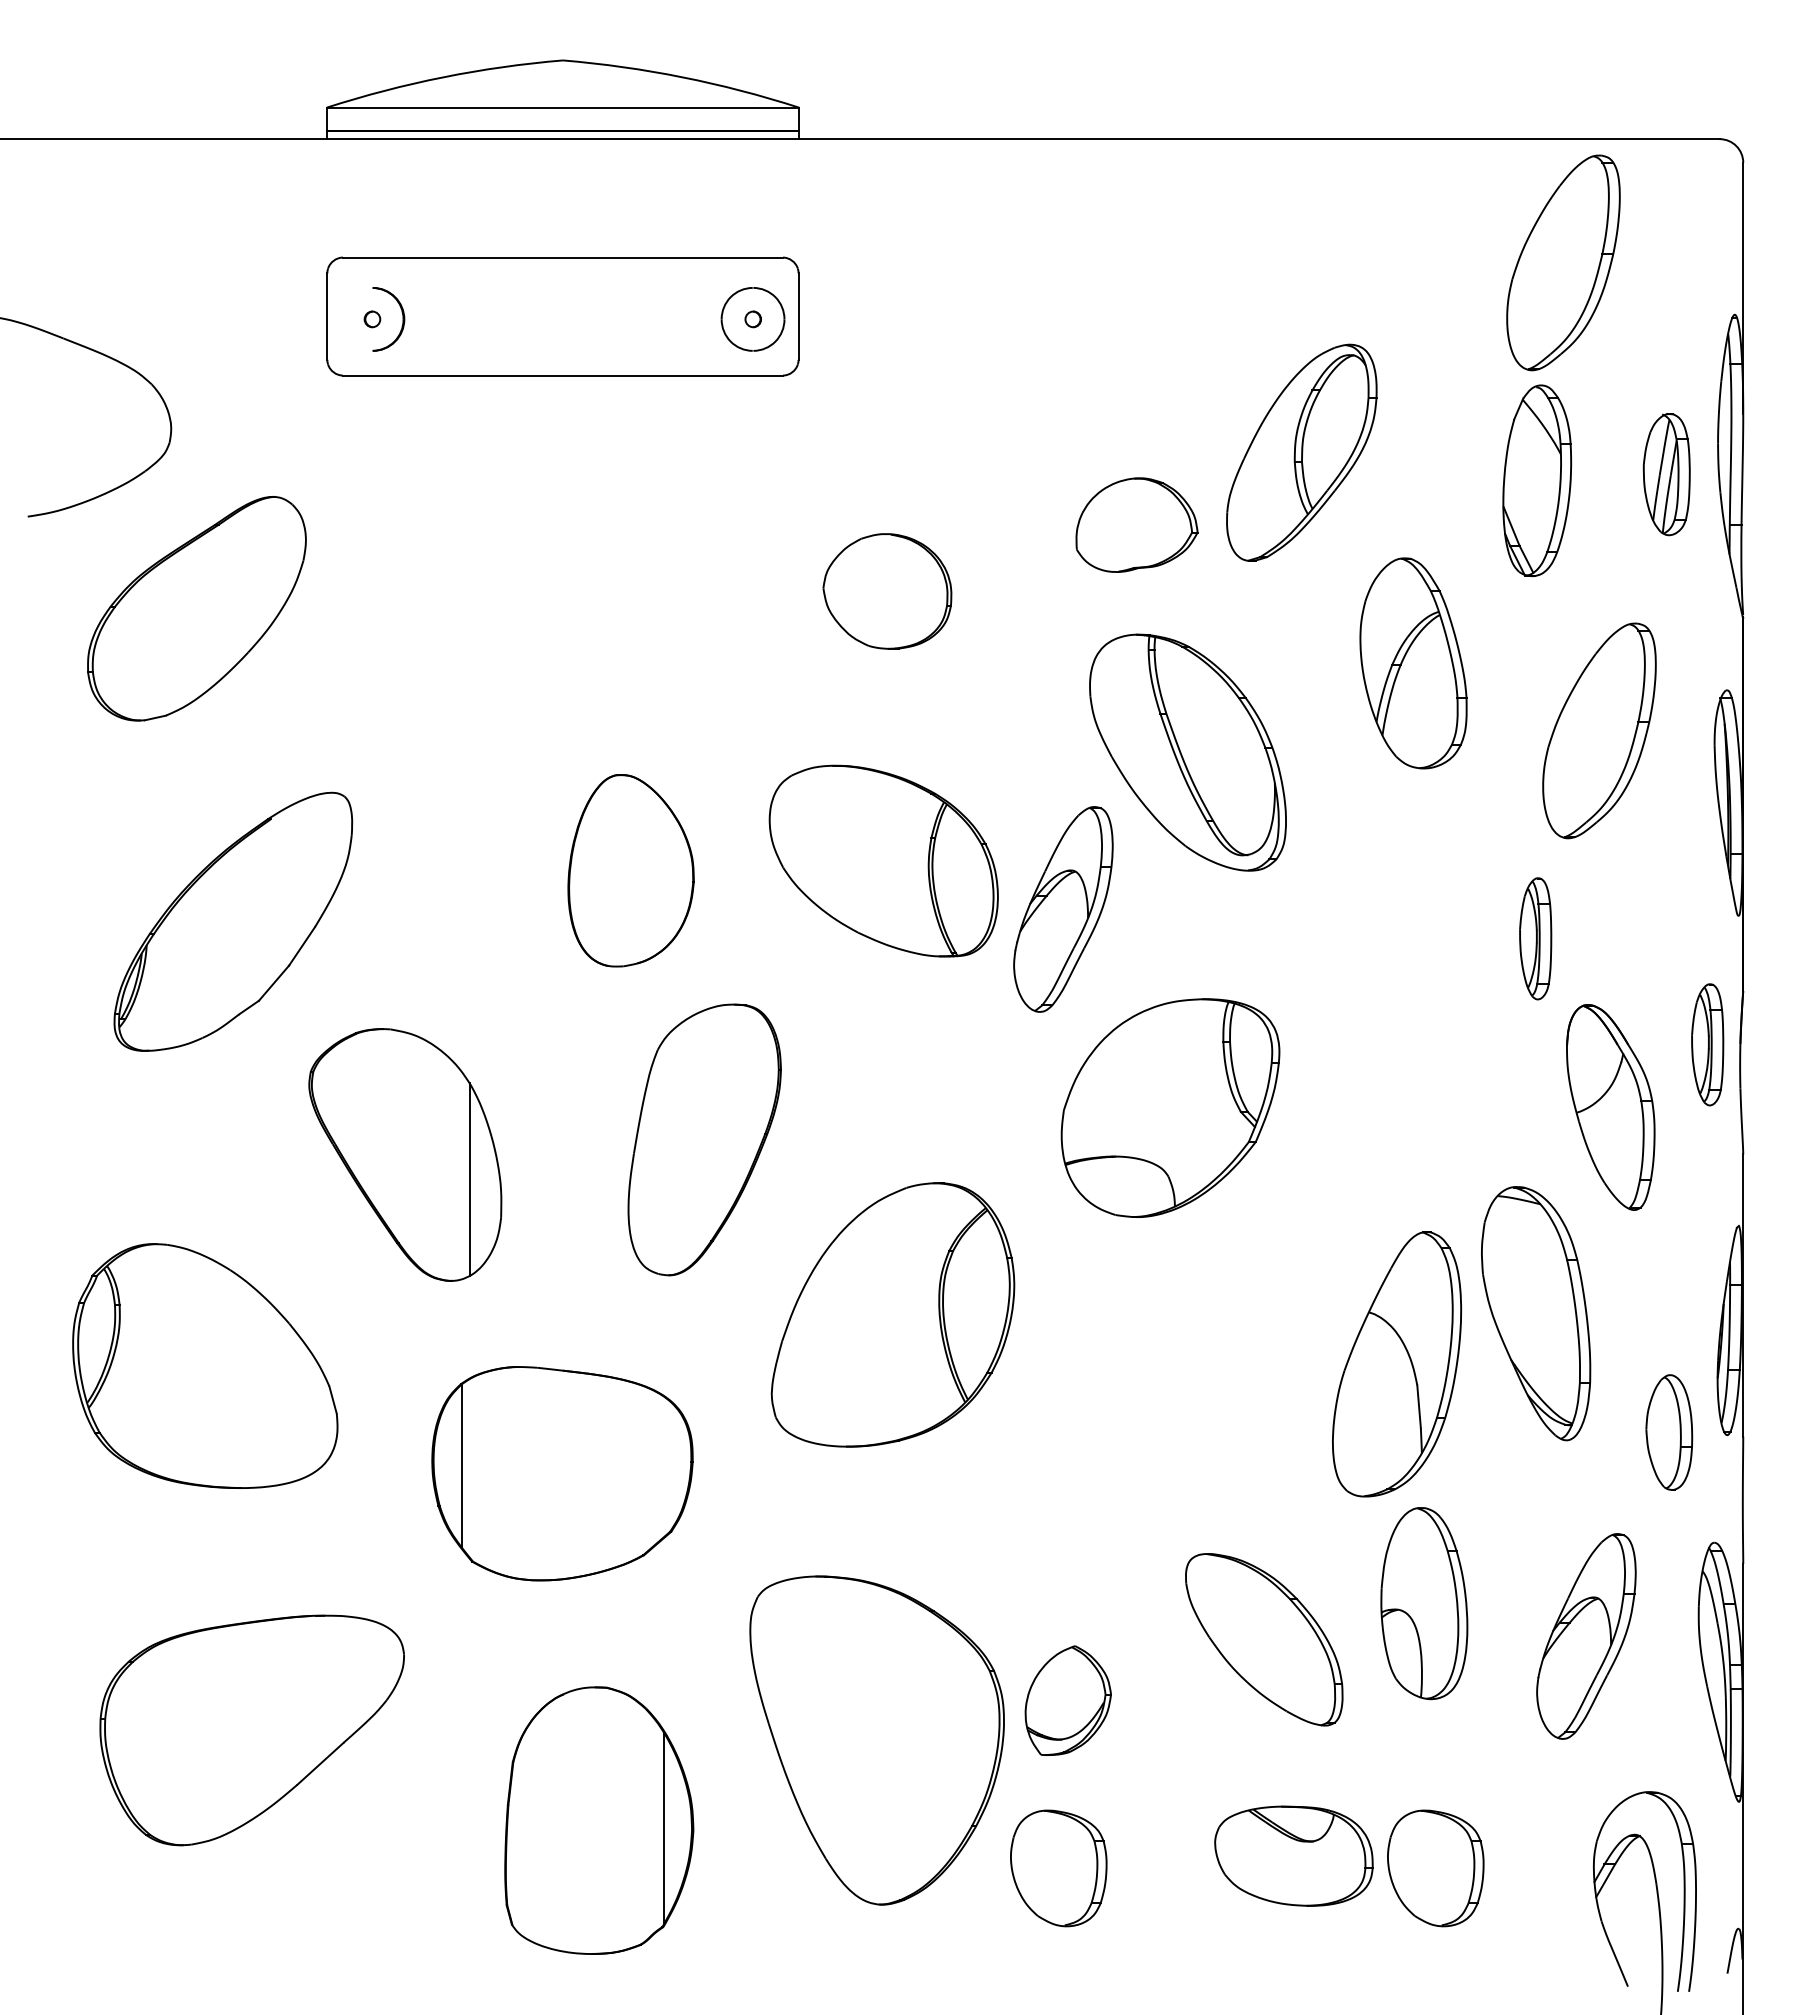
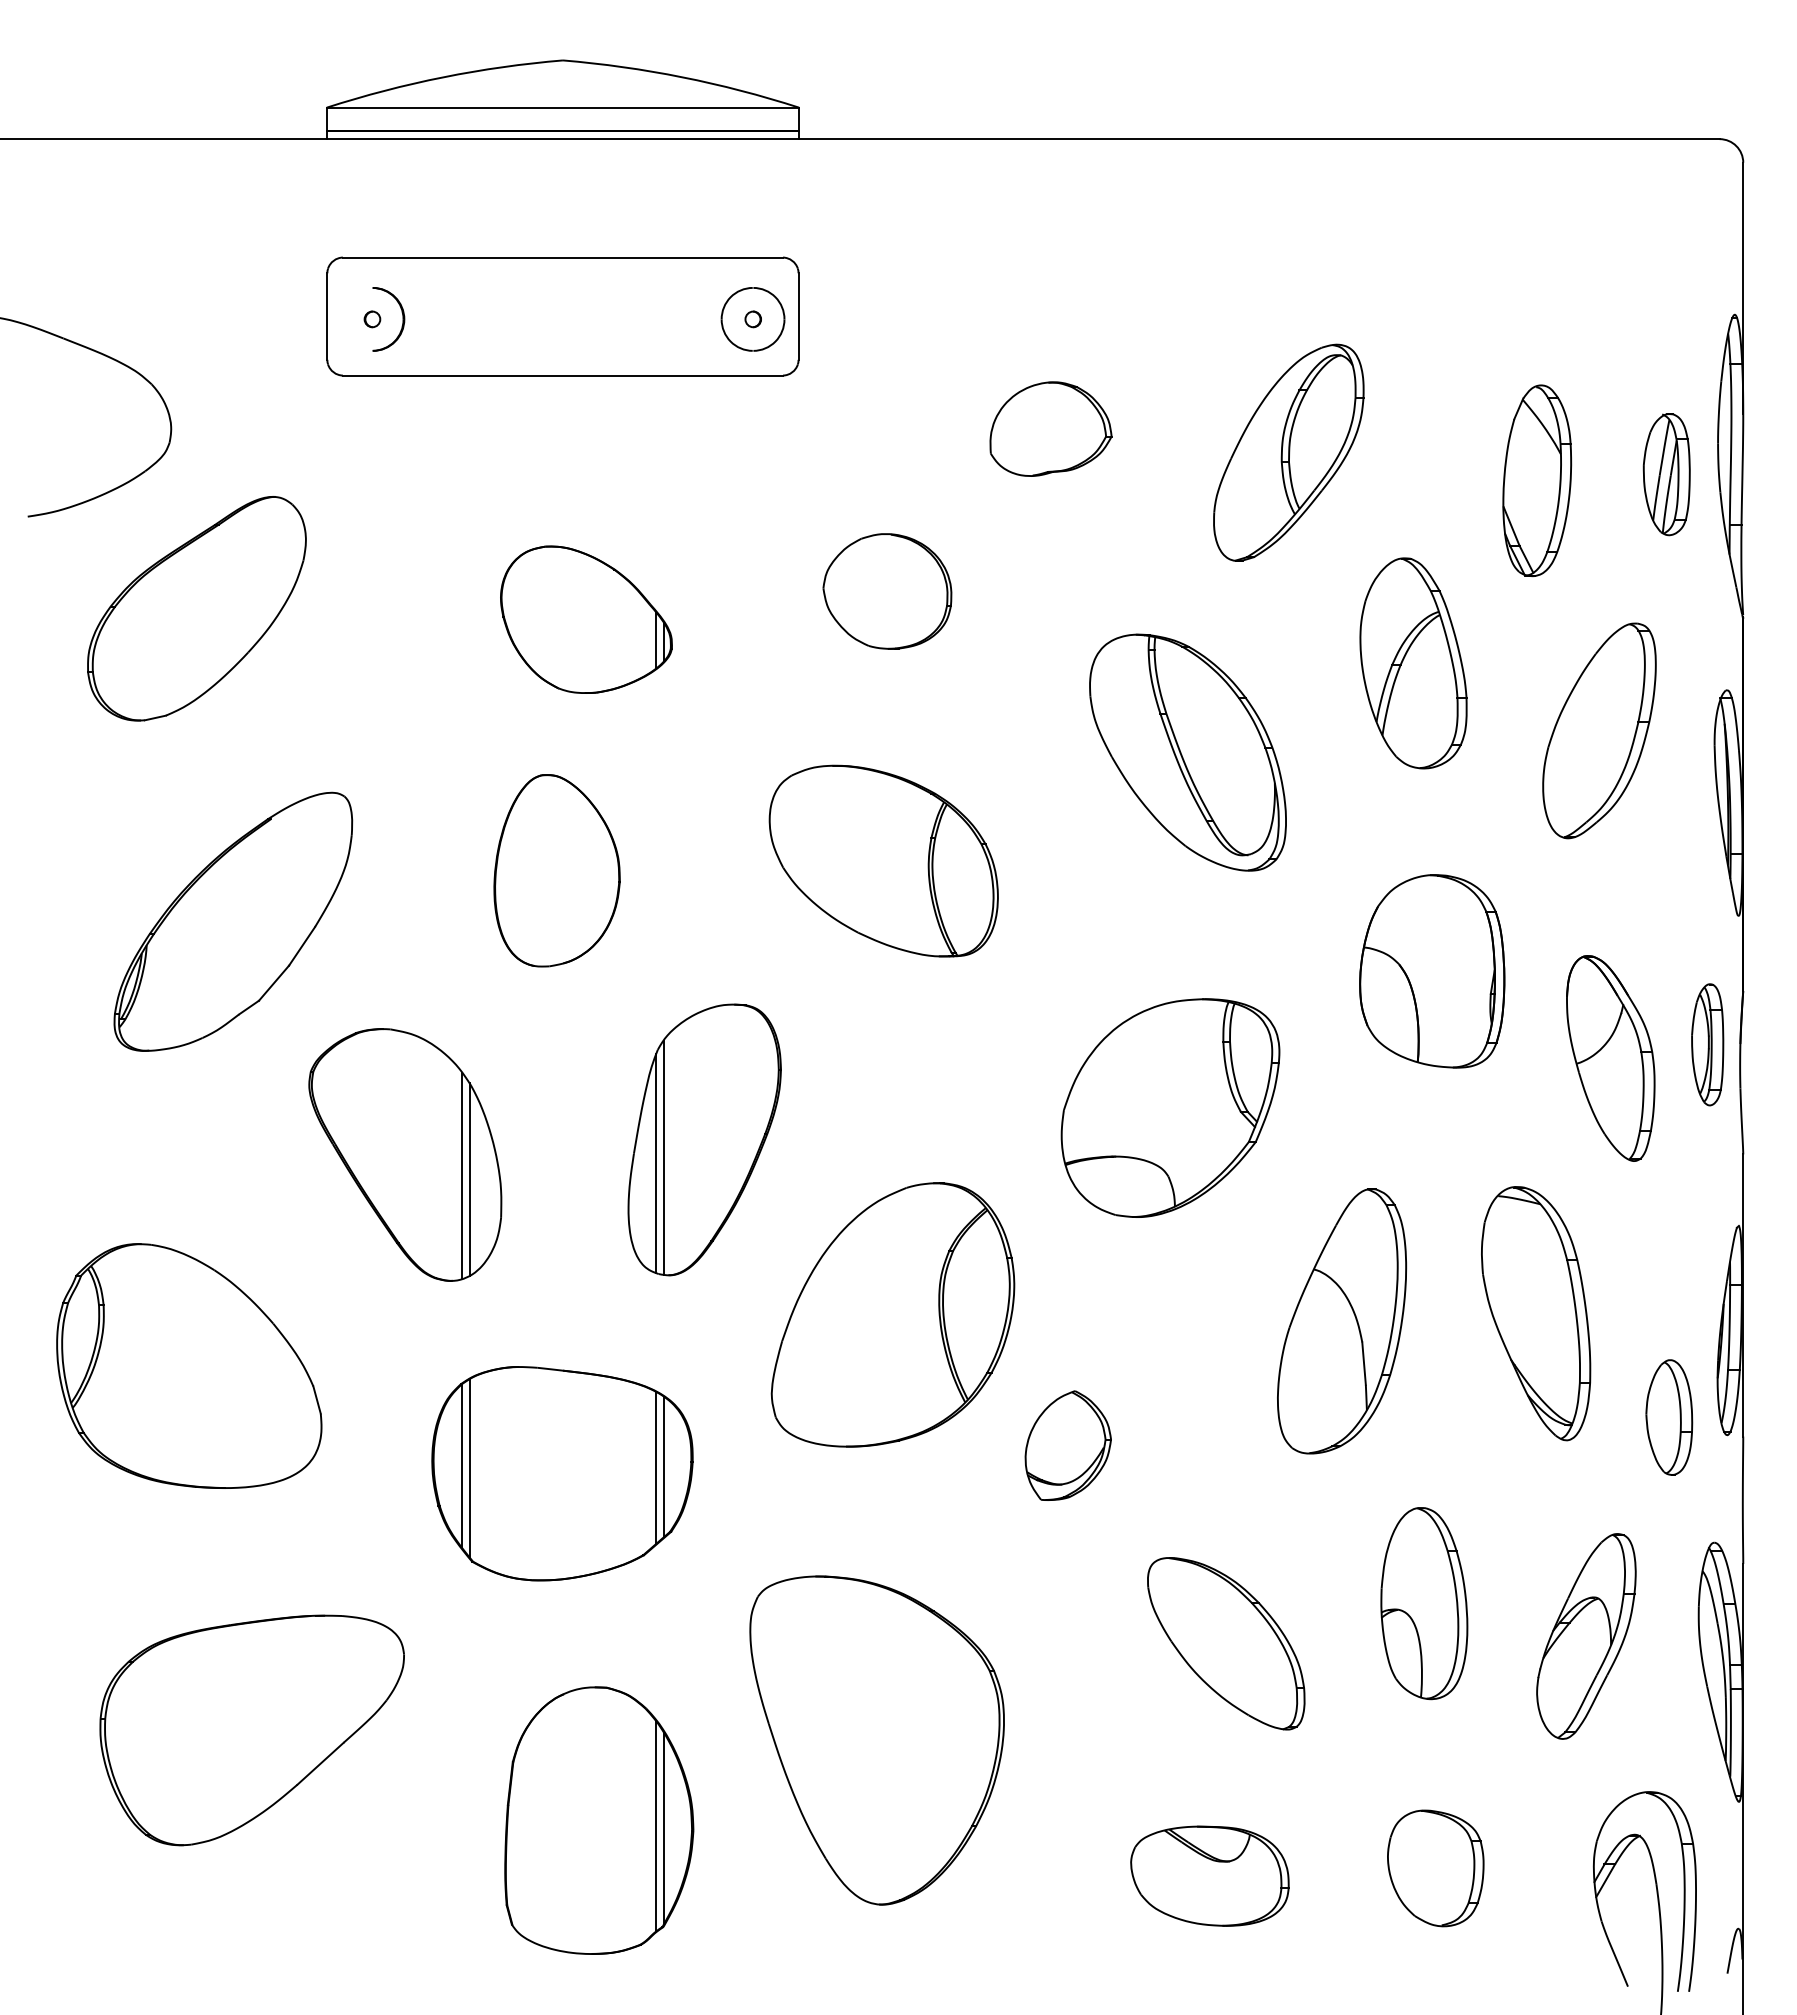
part at (1563, 262): present -> none
part at (1301, 452) position: (1301, 452) -> (1288, 452)
part at (1136, 524) position: (1136, 524) -> (1050, 428)
part at (586, 619): none -> present
part at (630, 870) position: (630, 870) -> (556, 870)
part at (1063, 909): present -> none
part at (1535, 938): present -> none
part at (1432, 971): none -> present
part at (1610, 1107) position: (1610, 1107) -> (1610, 1058)
line at (663, 1157): none -> present
line at (656, 1163): none -> present
line at (462, 1175): none -> present
part at (1397, 1364) position: (1397, 1364) -> (1342, 1321)
part at (205, 1365) position: (205, 1365) -> (189, 1365)
part at (1669, 1432) position: (1669, 1432) -> (1669, 1417)
line at (663, 1466): none -> present
line at (656, 1467): none -> present
line at (469, 1468): none -> present
part at (1264, 1639) position: (1264, 1639) -> (1226, 1643)
part at (1067, 1700) position: (1067, 1700) -> (1067, 1445)
line at (656, 1826): none -> present
part at (1293, 1855) position: (1293, 1855) -> (1209, 1875)
part at (1058, 1868): present -> none
